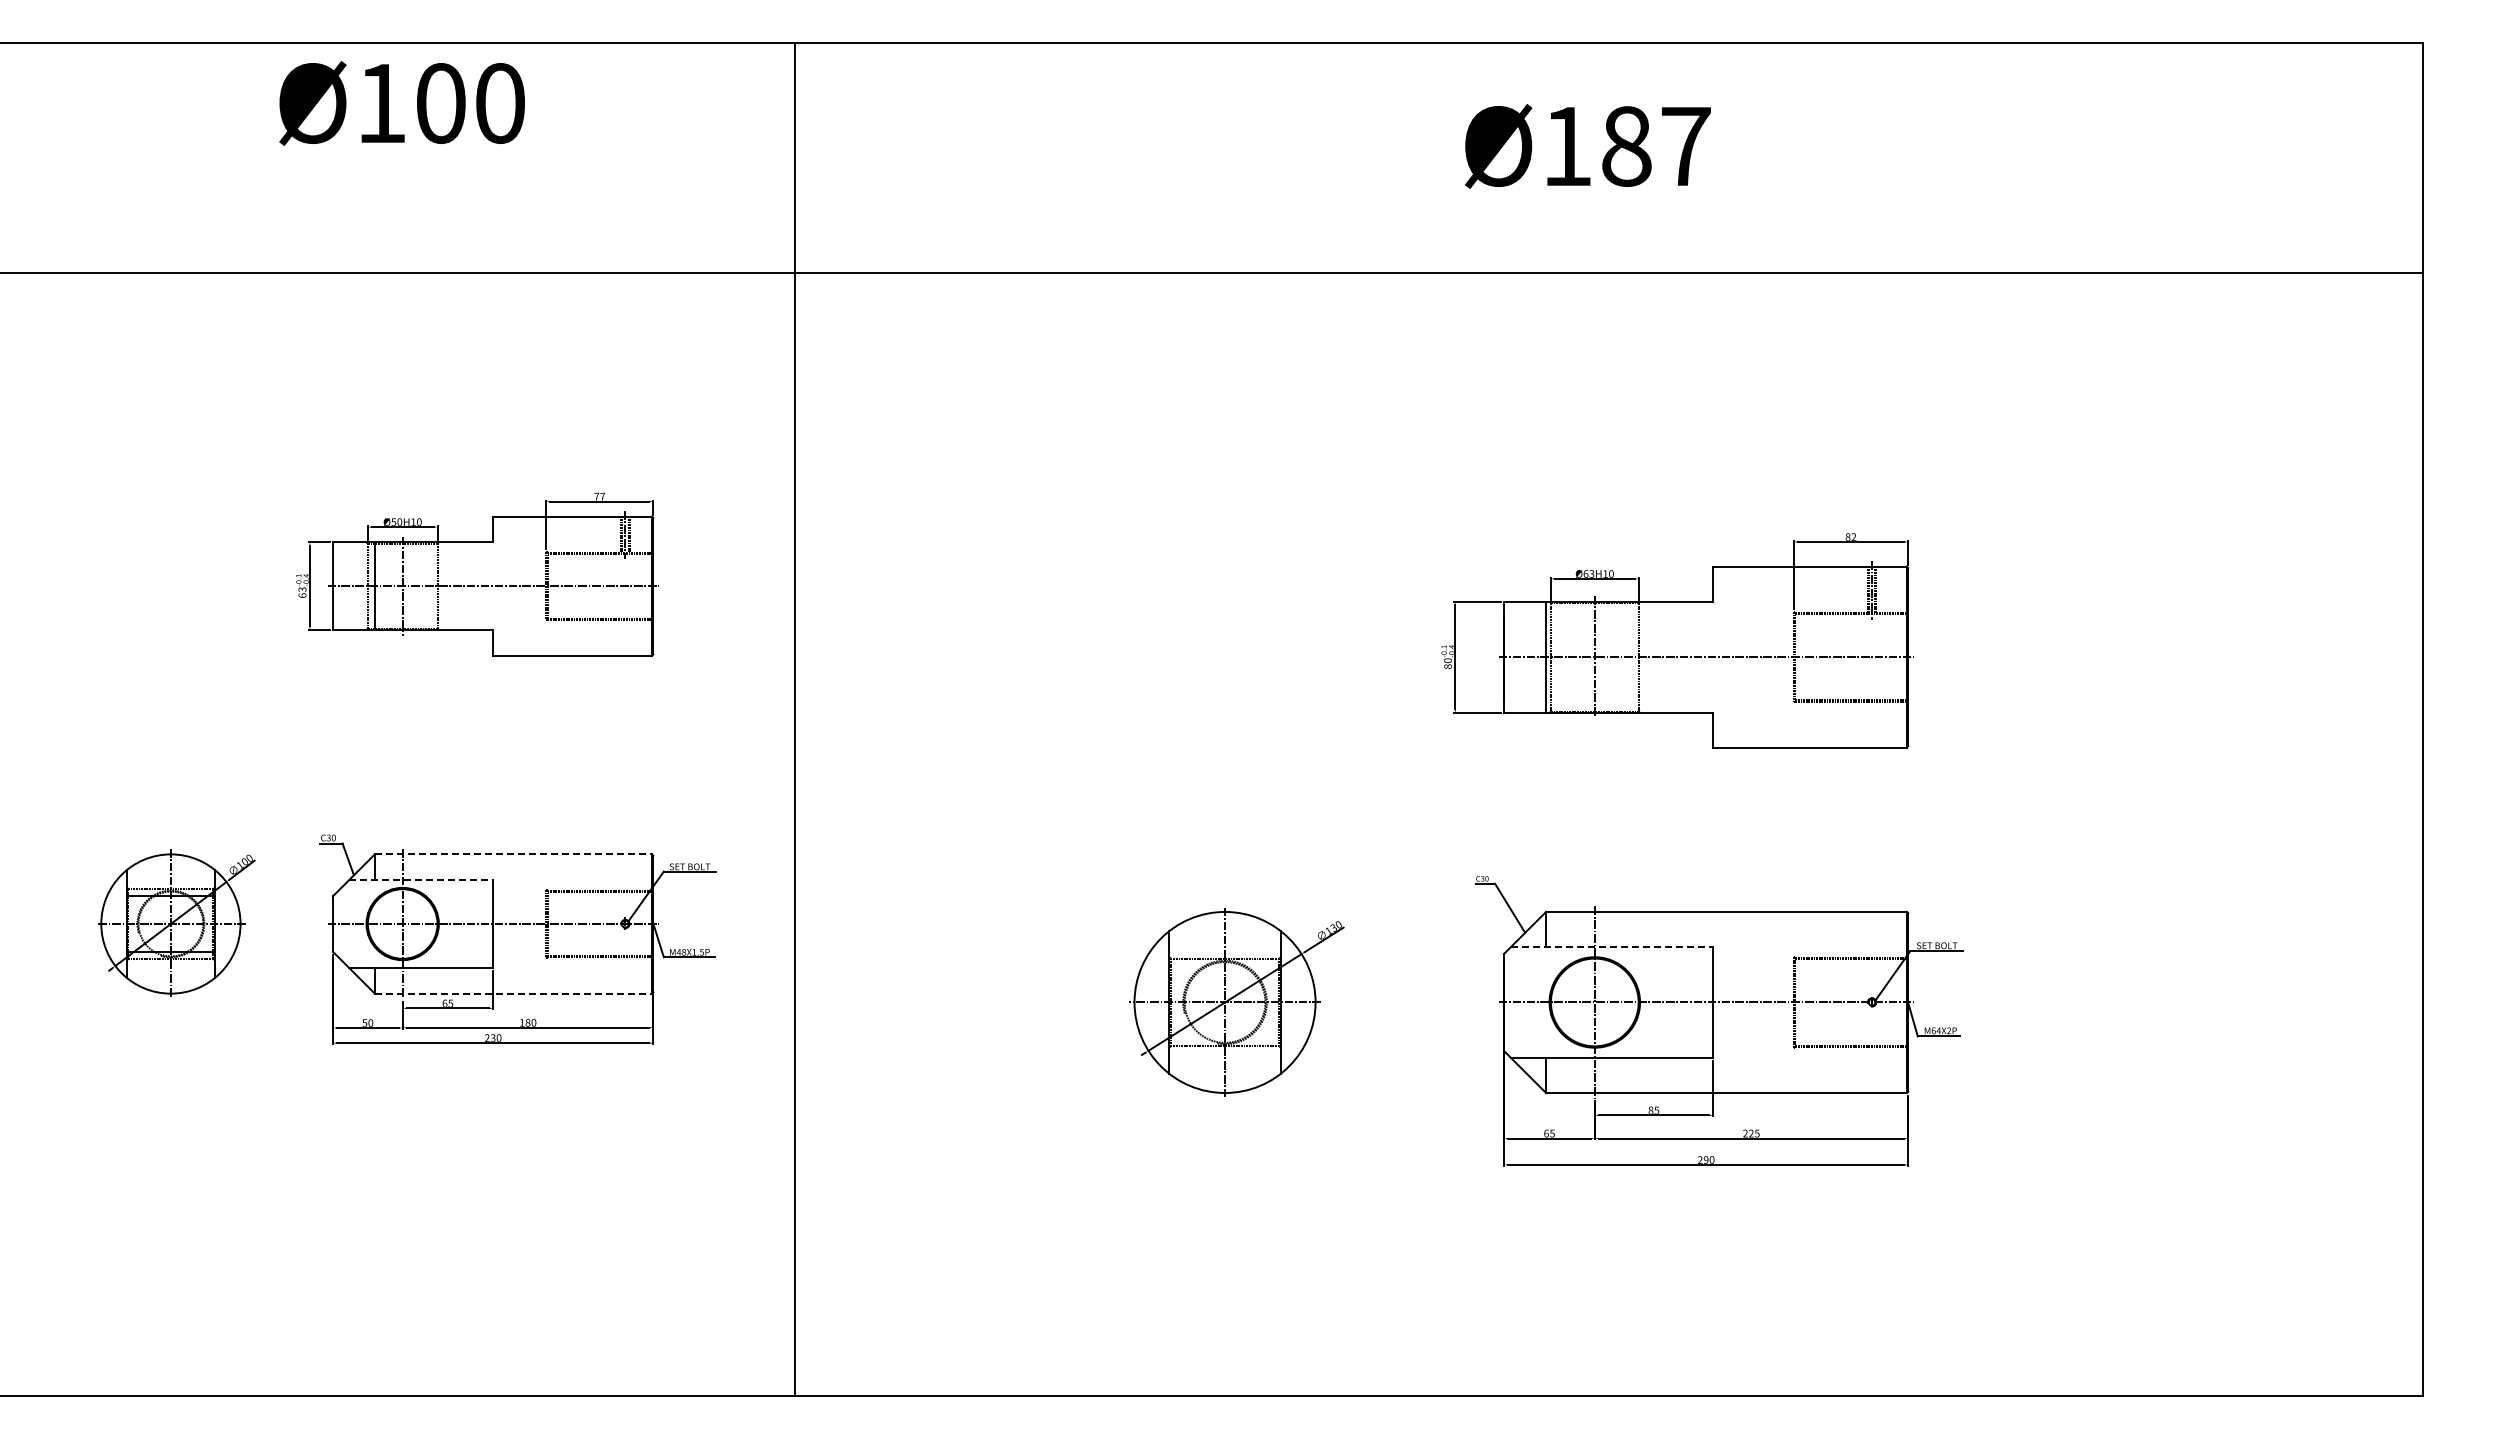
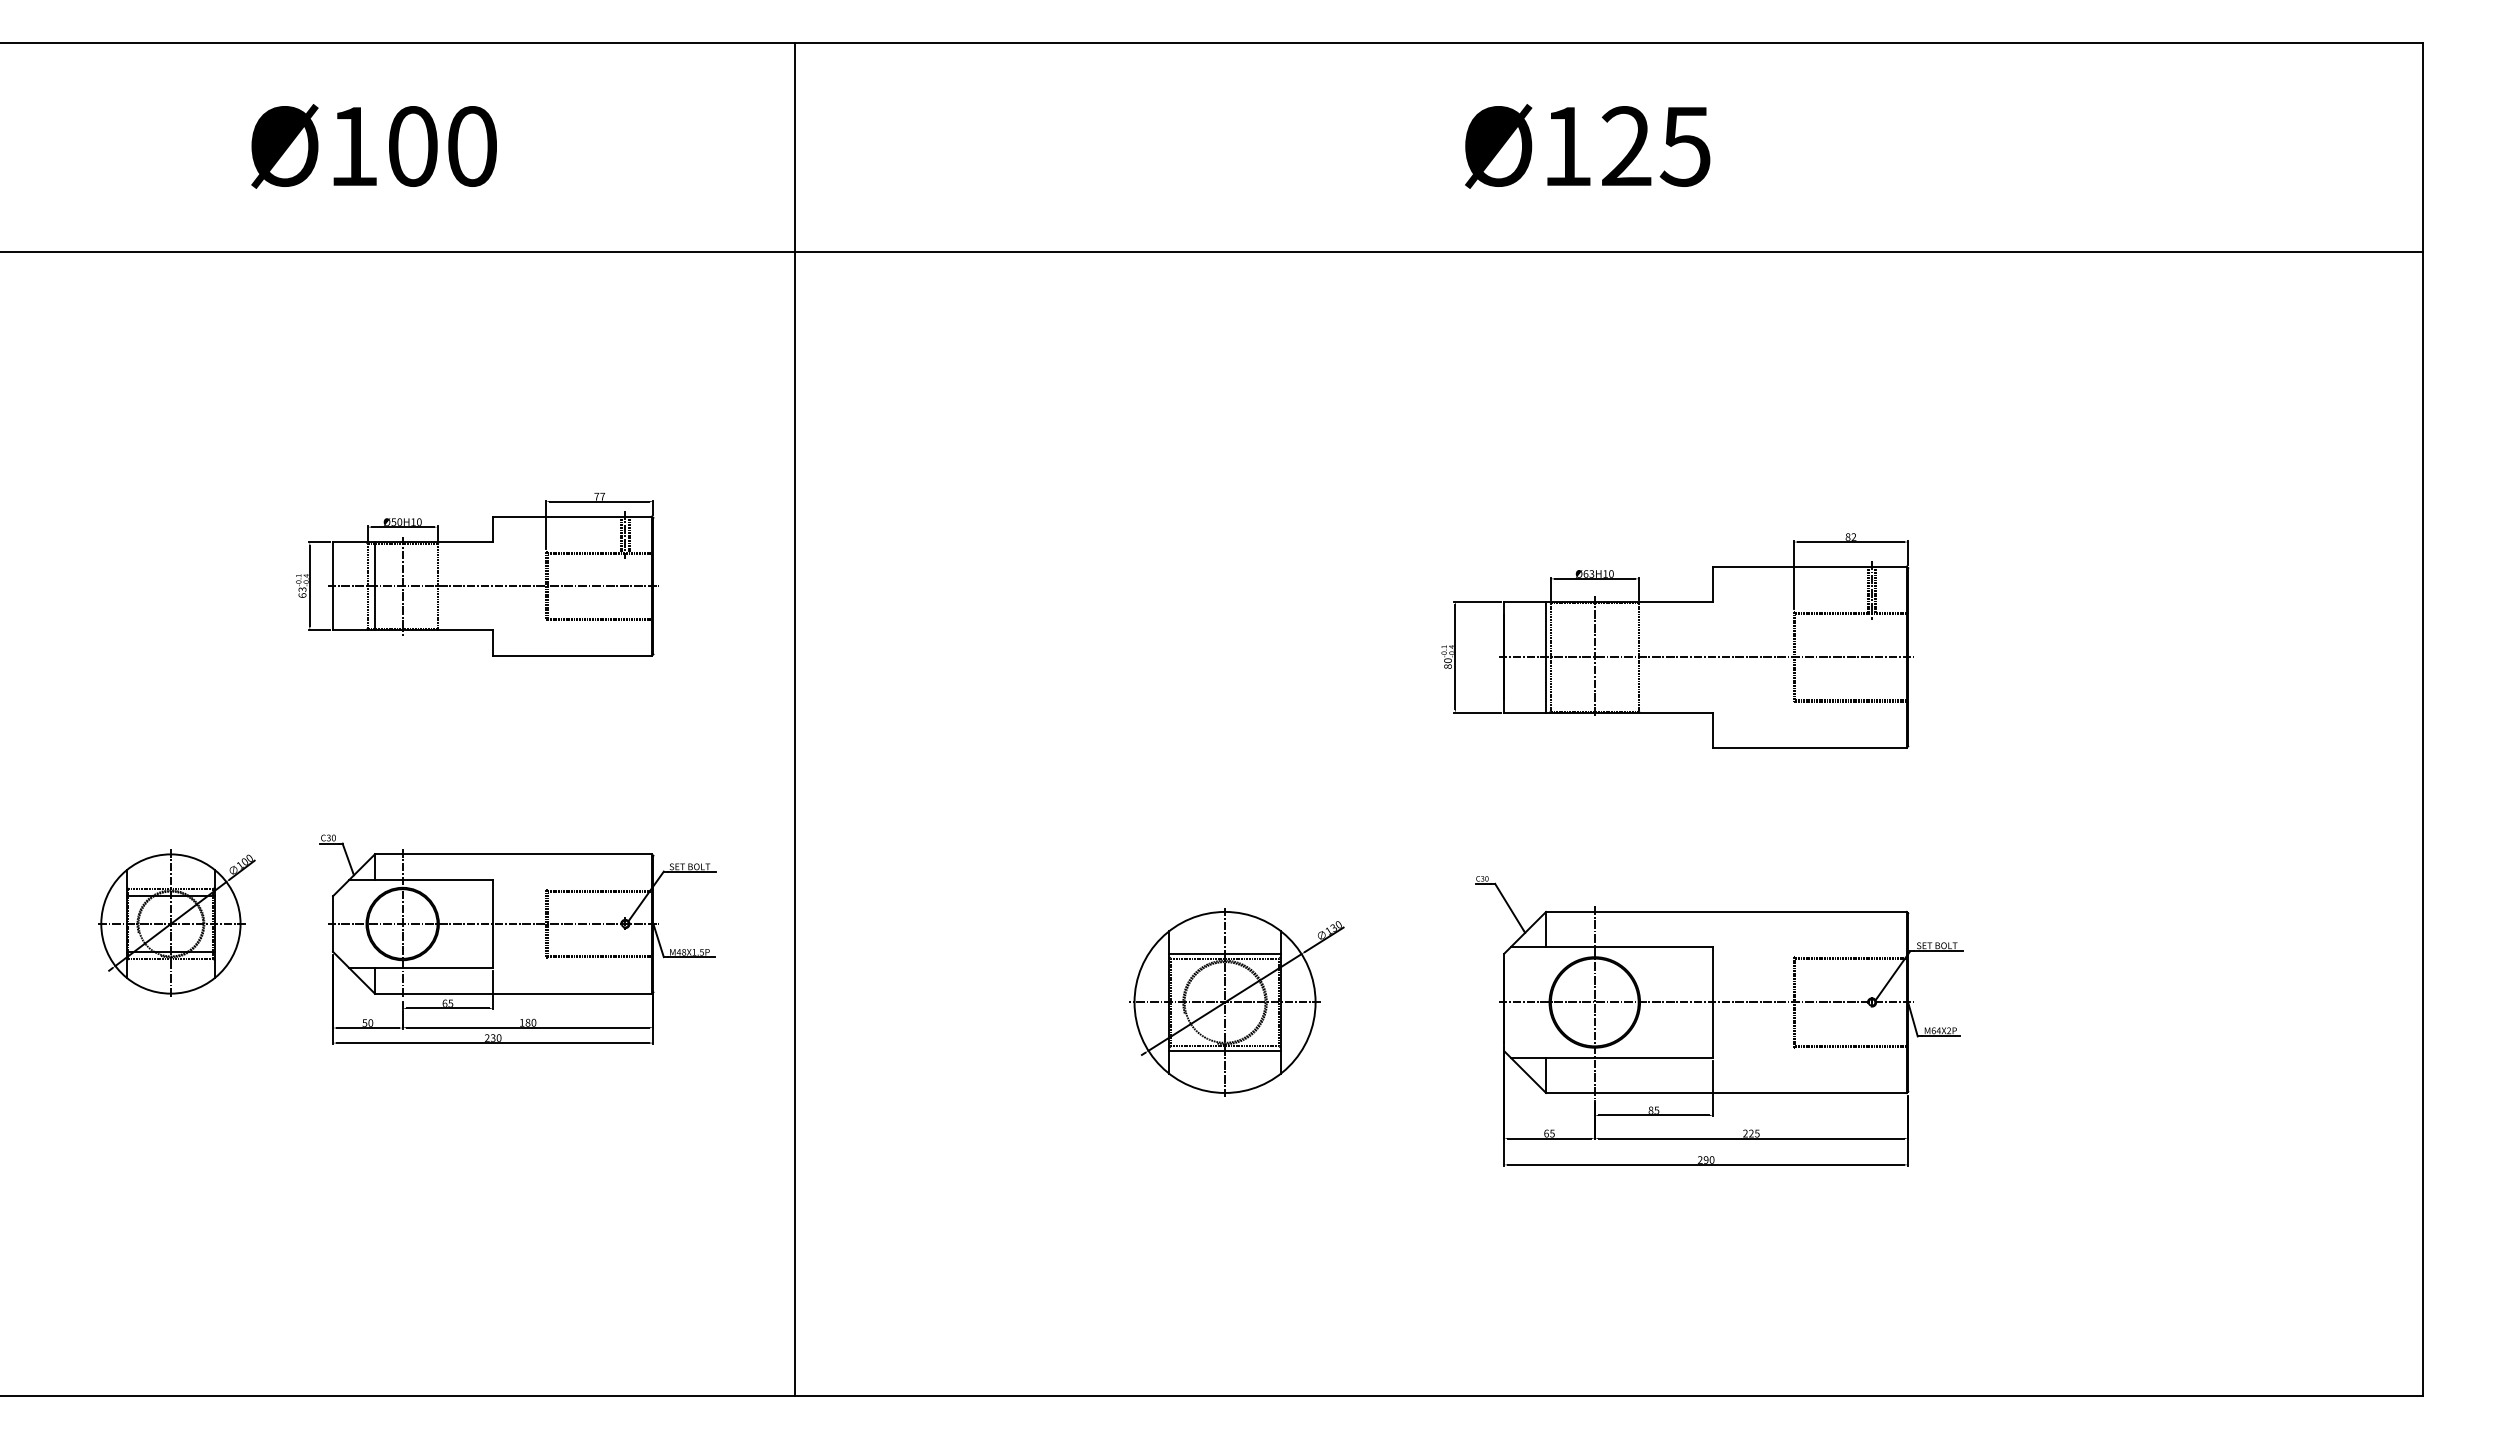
text at (401, 103) position: (401, 103) -> (373, 146)
text at (1655, 146): Ø187 -> Ø125
line at (1212, 273) position: (1212, 273) -> (1212, 252)
line at (513, 854): dashed -> solid
line at (421, 880): dashed -> solid
line at (1612, 946): dashed -> solid
line at (1224, 953): none -> present
line at (513, 993): dashed -> solid
line at (1224, 1051): none -> present
